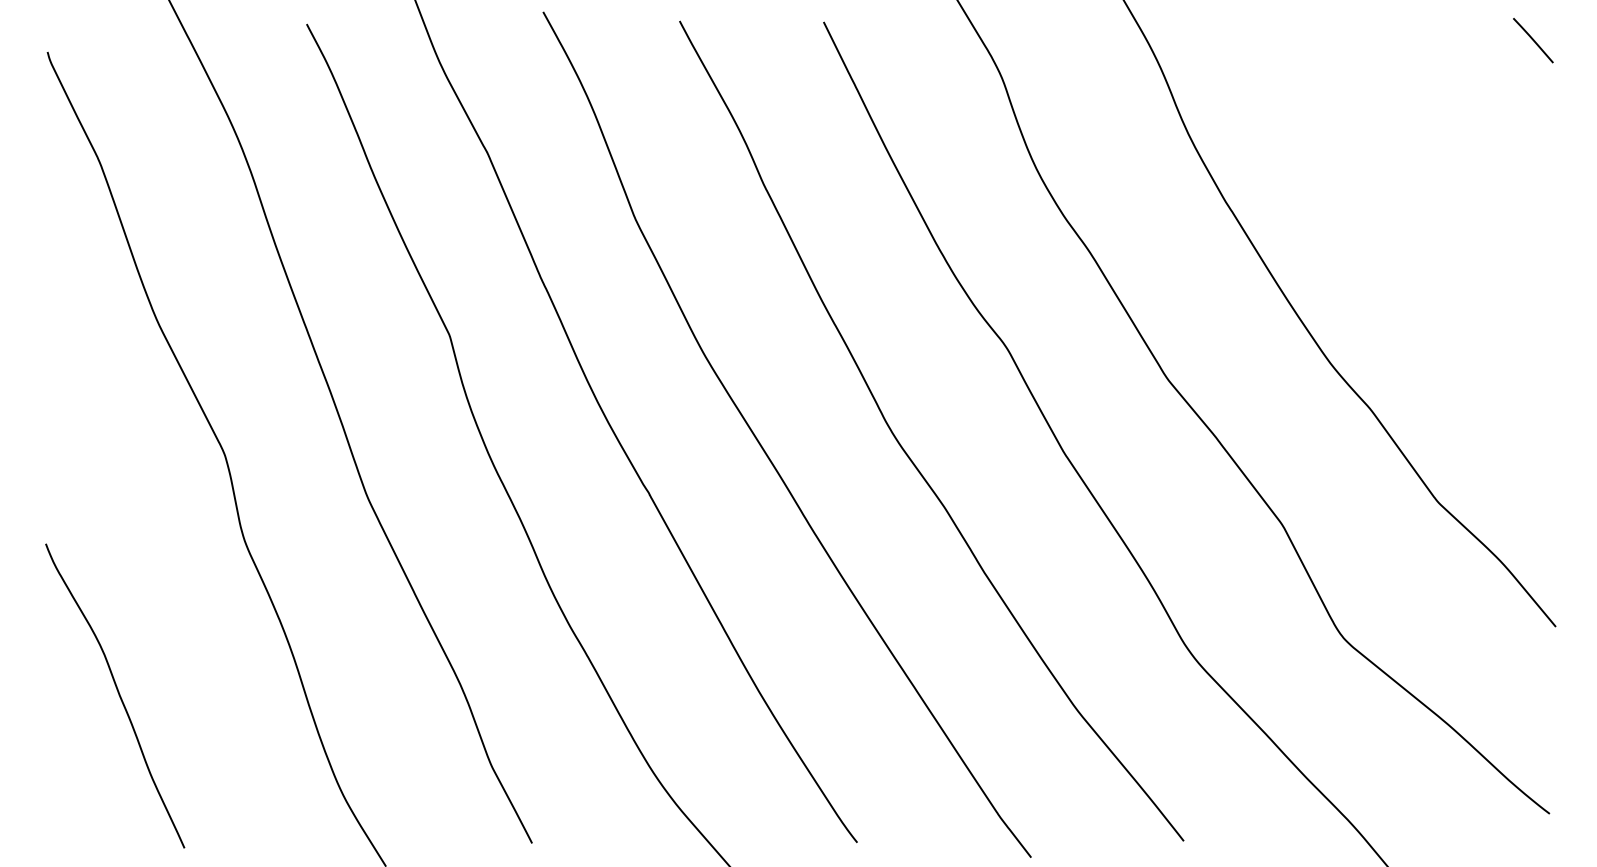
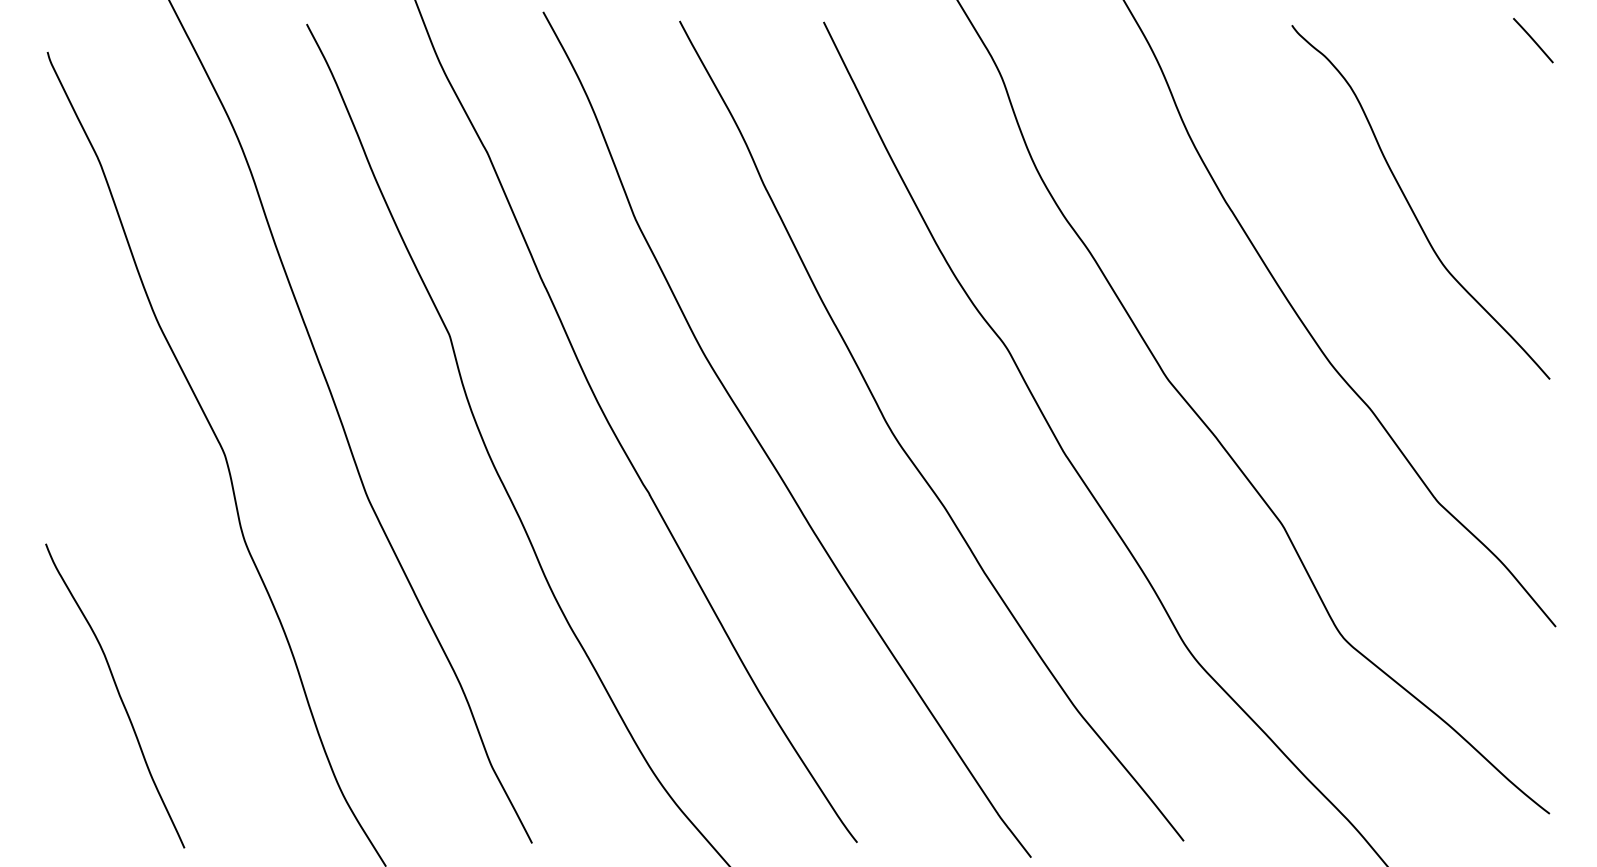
curve at (1411, 206): none -> present
